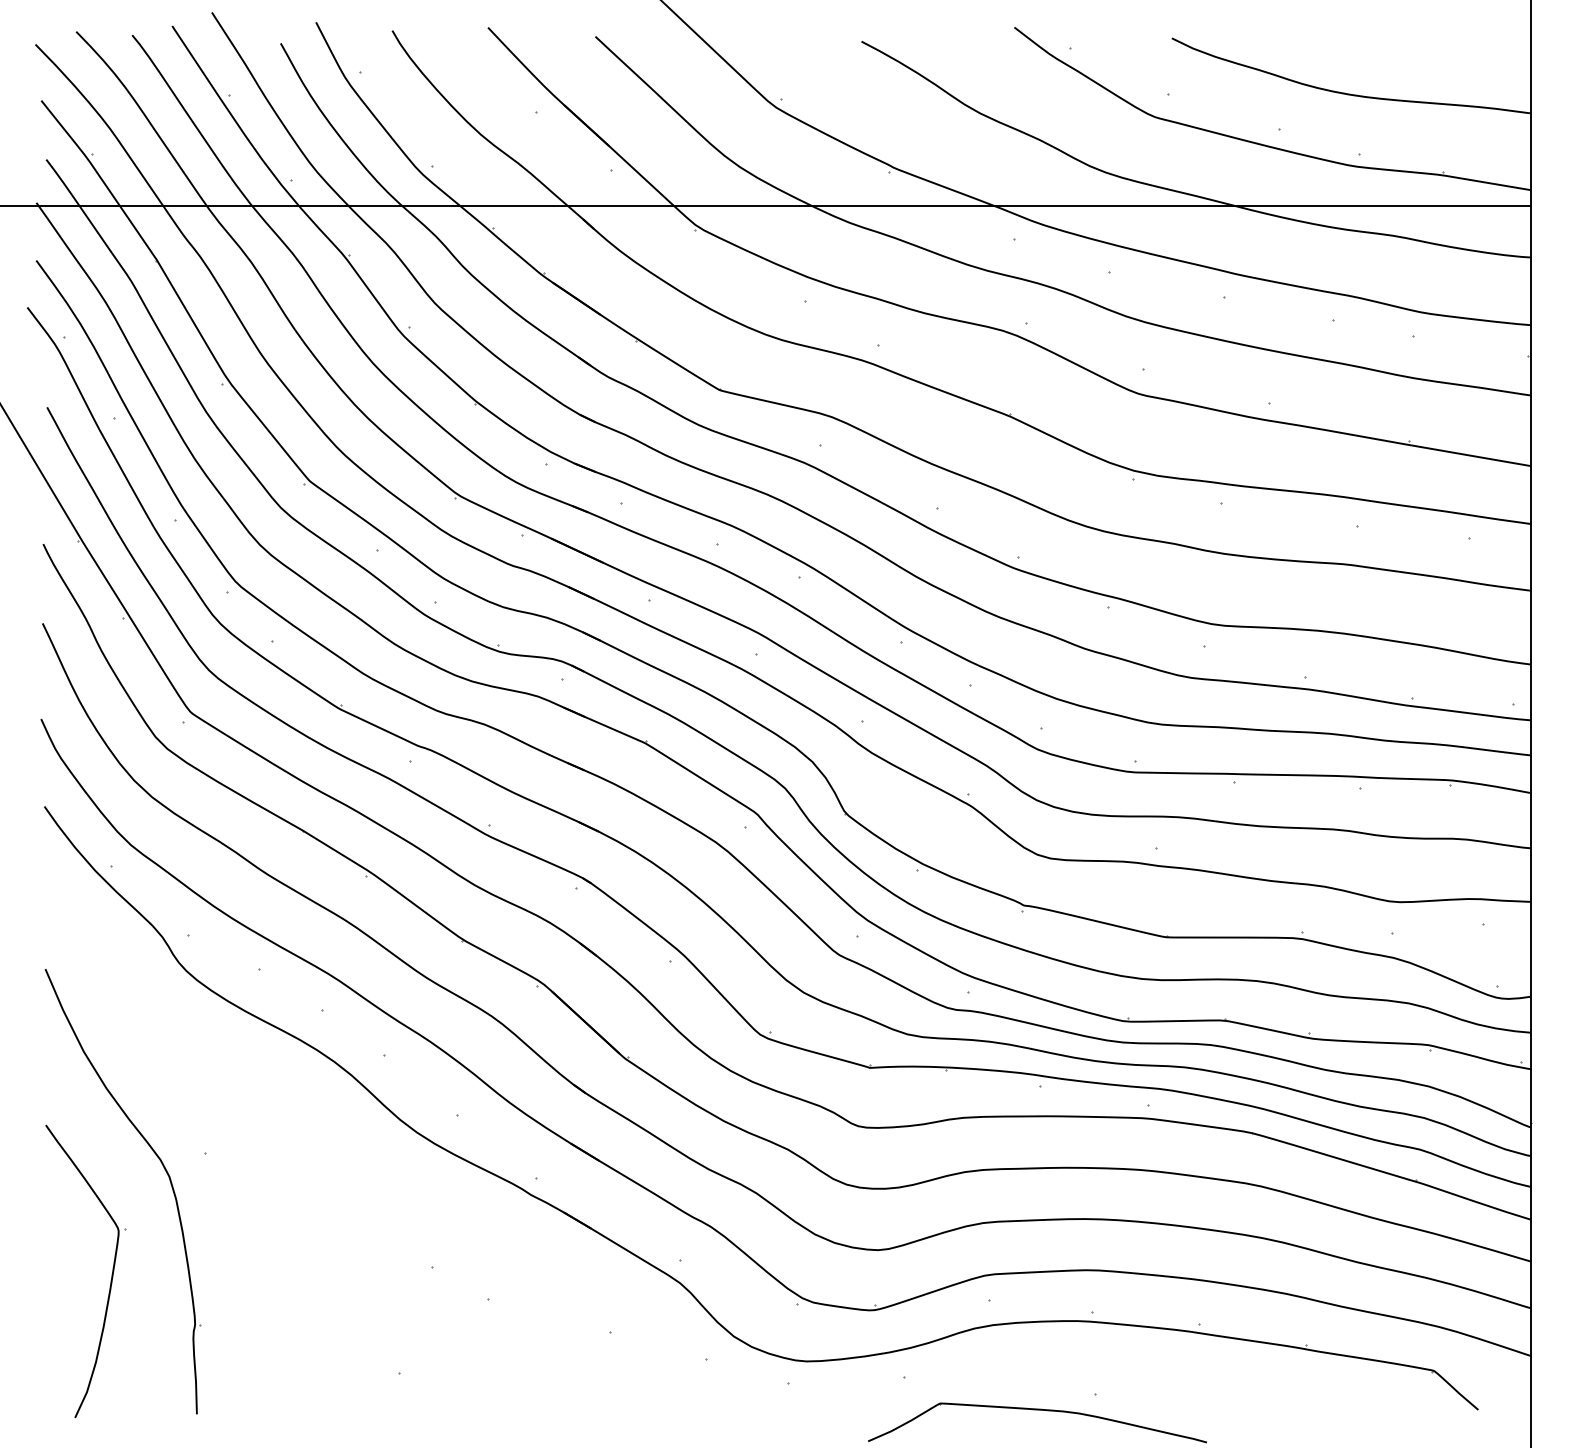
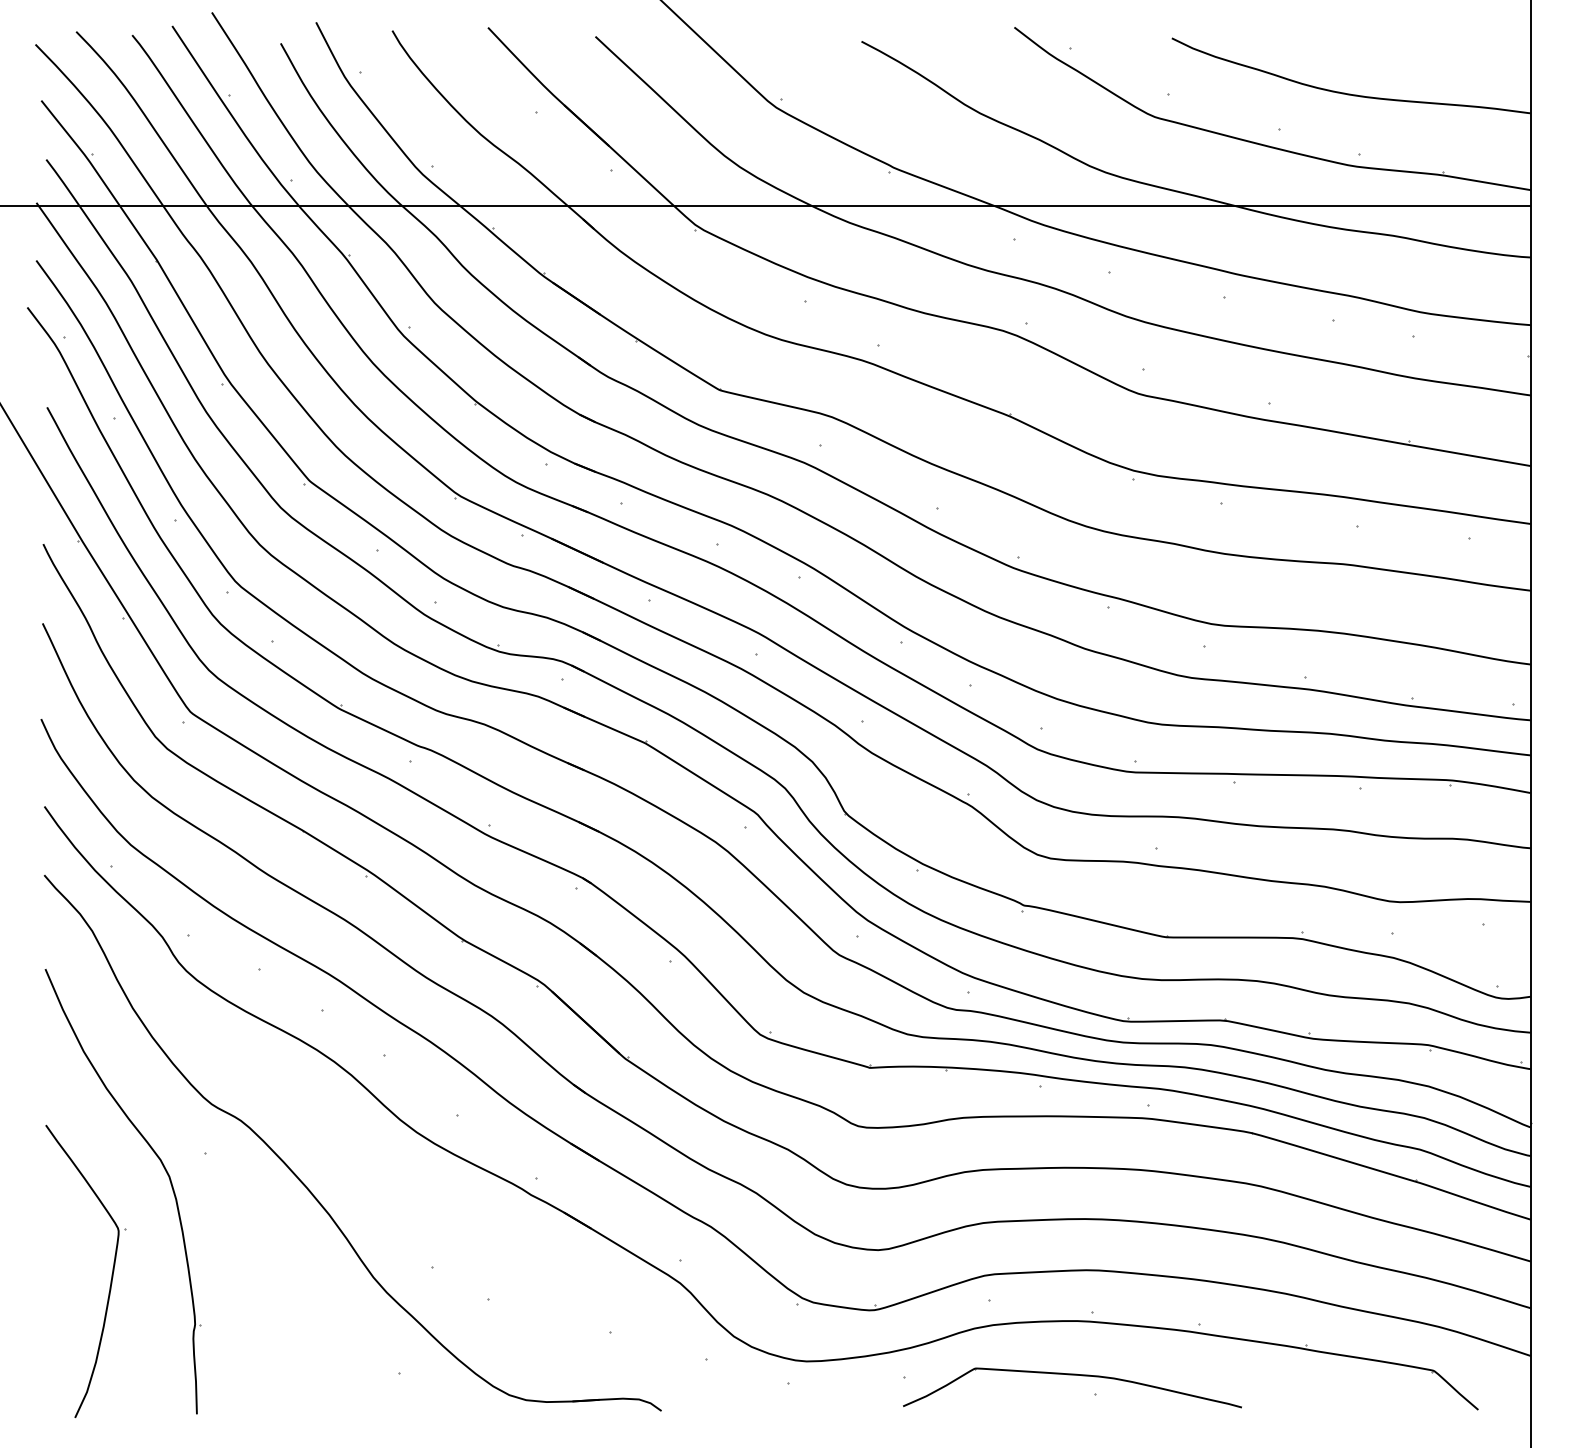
part at (306, 1185): none -> present
part at (1037, 1410) position: (1037, 1410) -> (1072, 1375)
